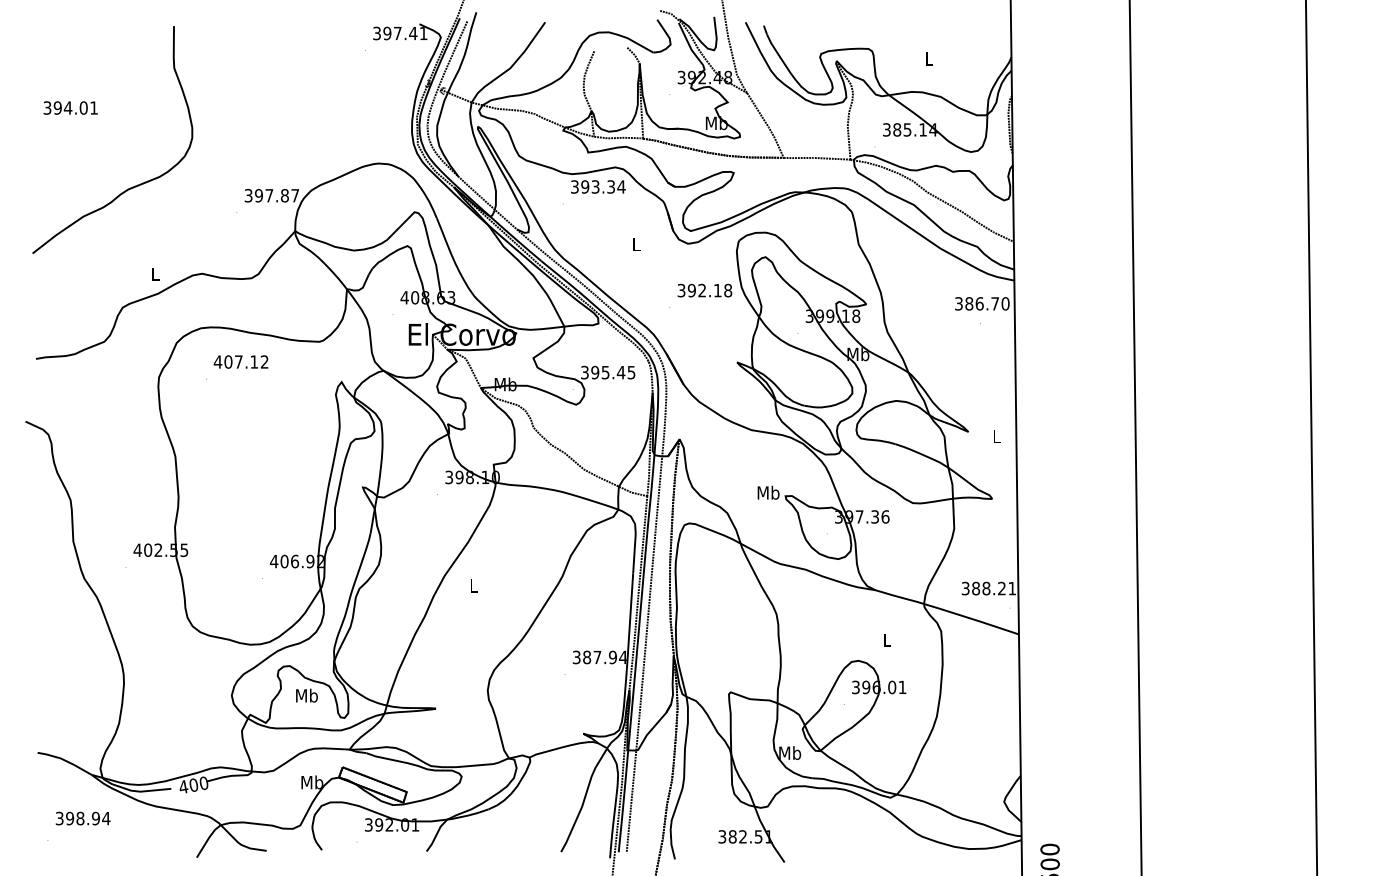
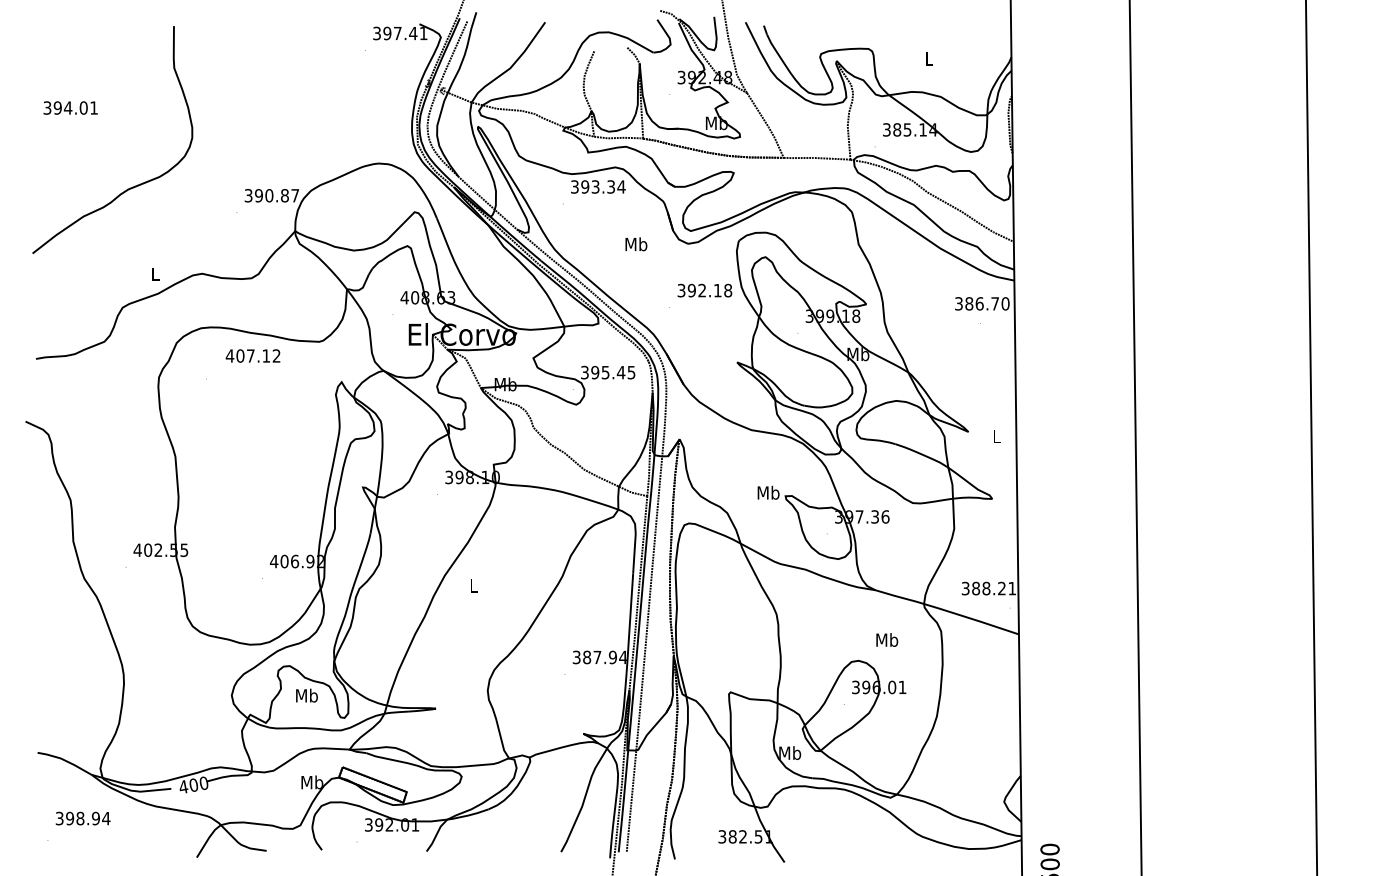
text at (269, 195): 397.87 -> 390.87
text at (636, 244): L -> Mb
text at (240, 361) position: (240, 361) -> (252, 355)
text at (887, 639): L -> Mb
